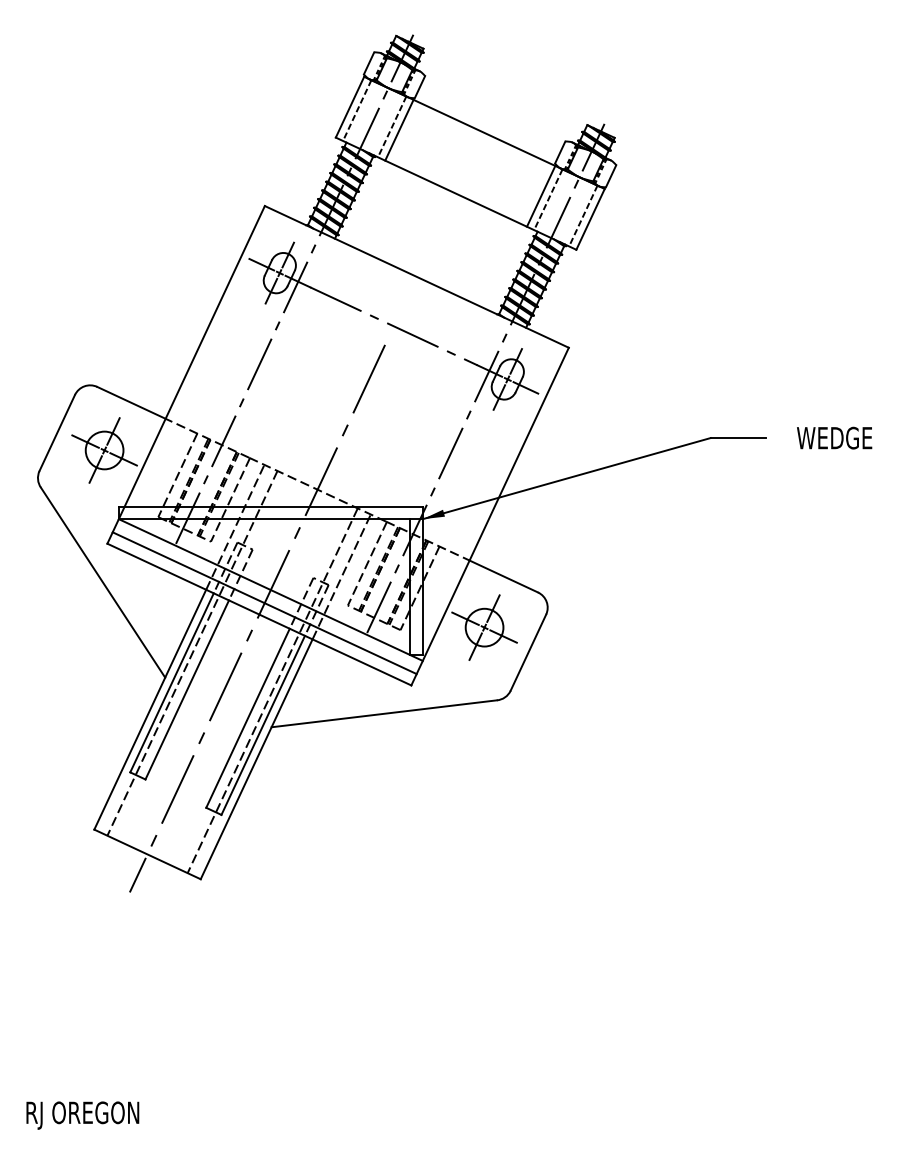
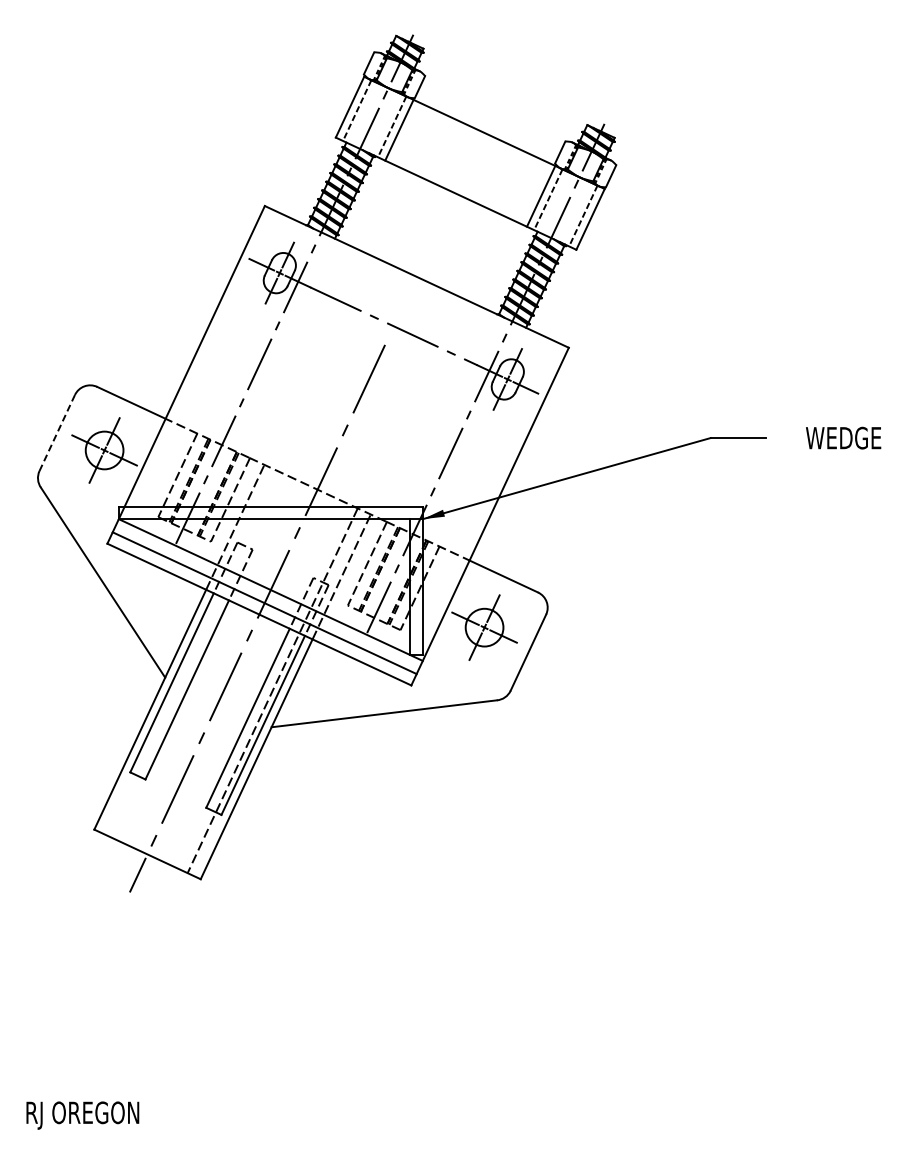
line at (57, 433): solid -> dashed
text at (834, 437) position: (834, 437) -> (843, 437)
line at (192, 652): present -> none
